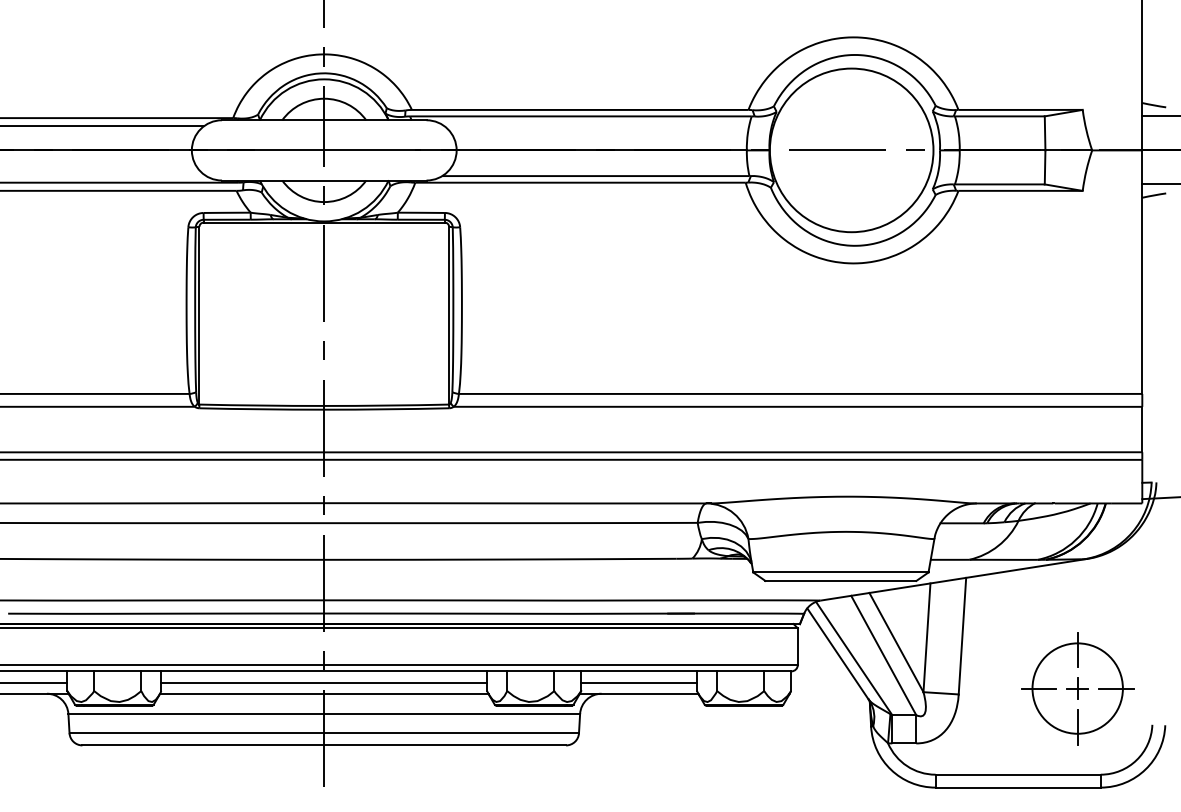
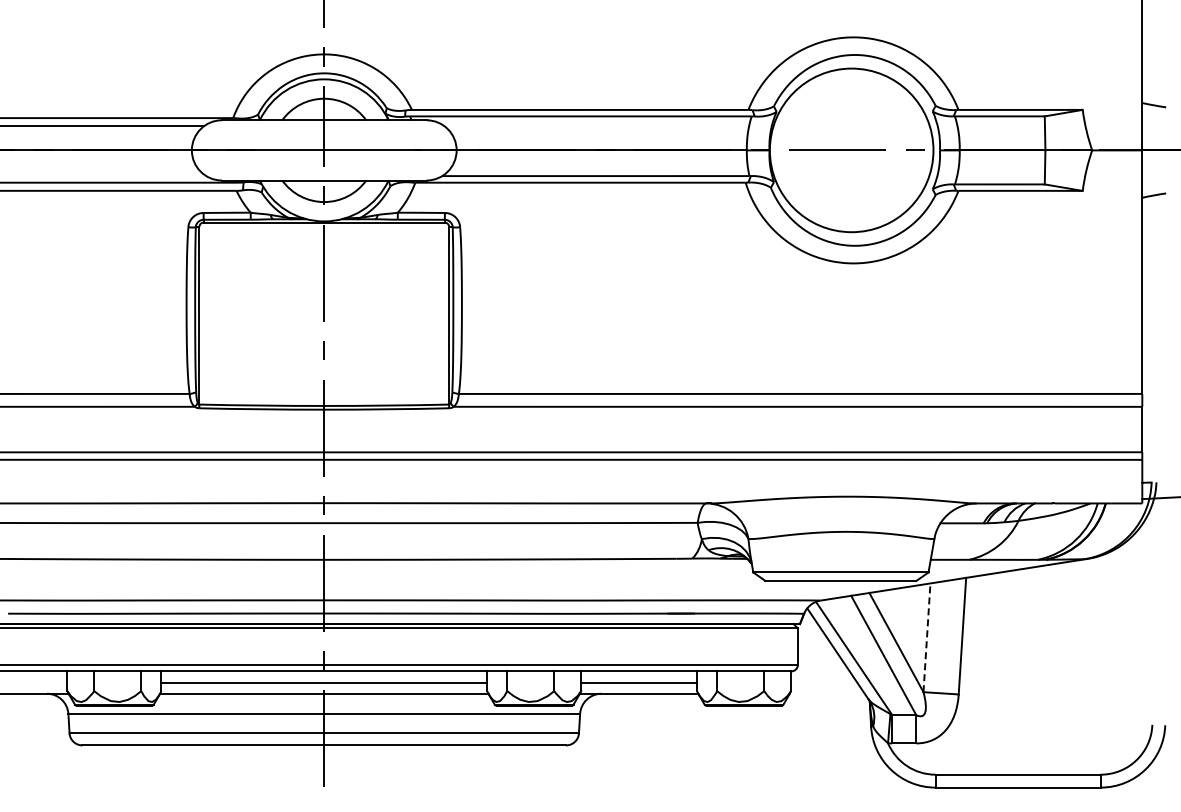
line at (1159, 116): present -> none
line at (1159, 184): present -> none
line at (927, 637): solid -> dashed
line at (34, 682): present -> none
part at (1077, 688): present -> none
